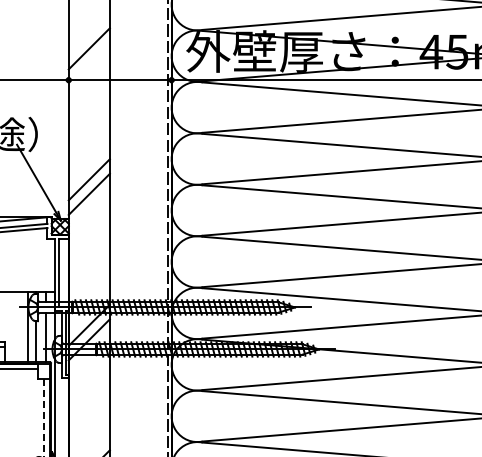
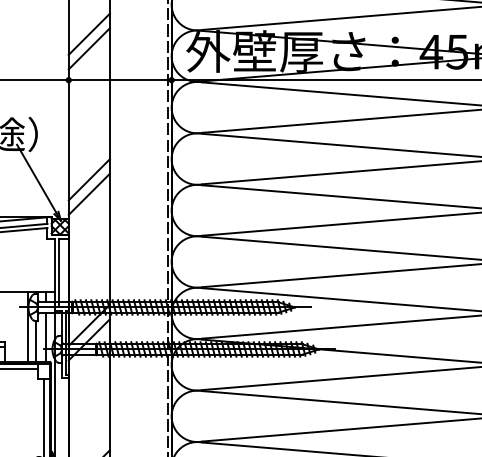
line at (88, 33): none -> present
line at (44, 417): dashed -> solid
